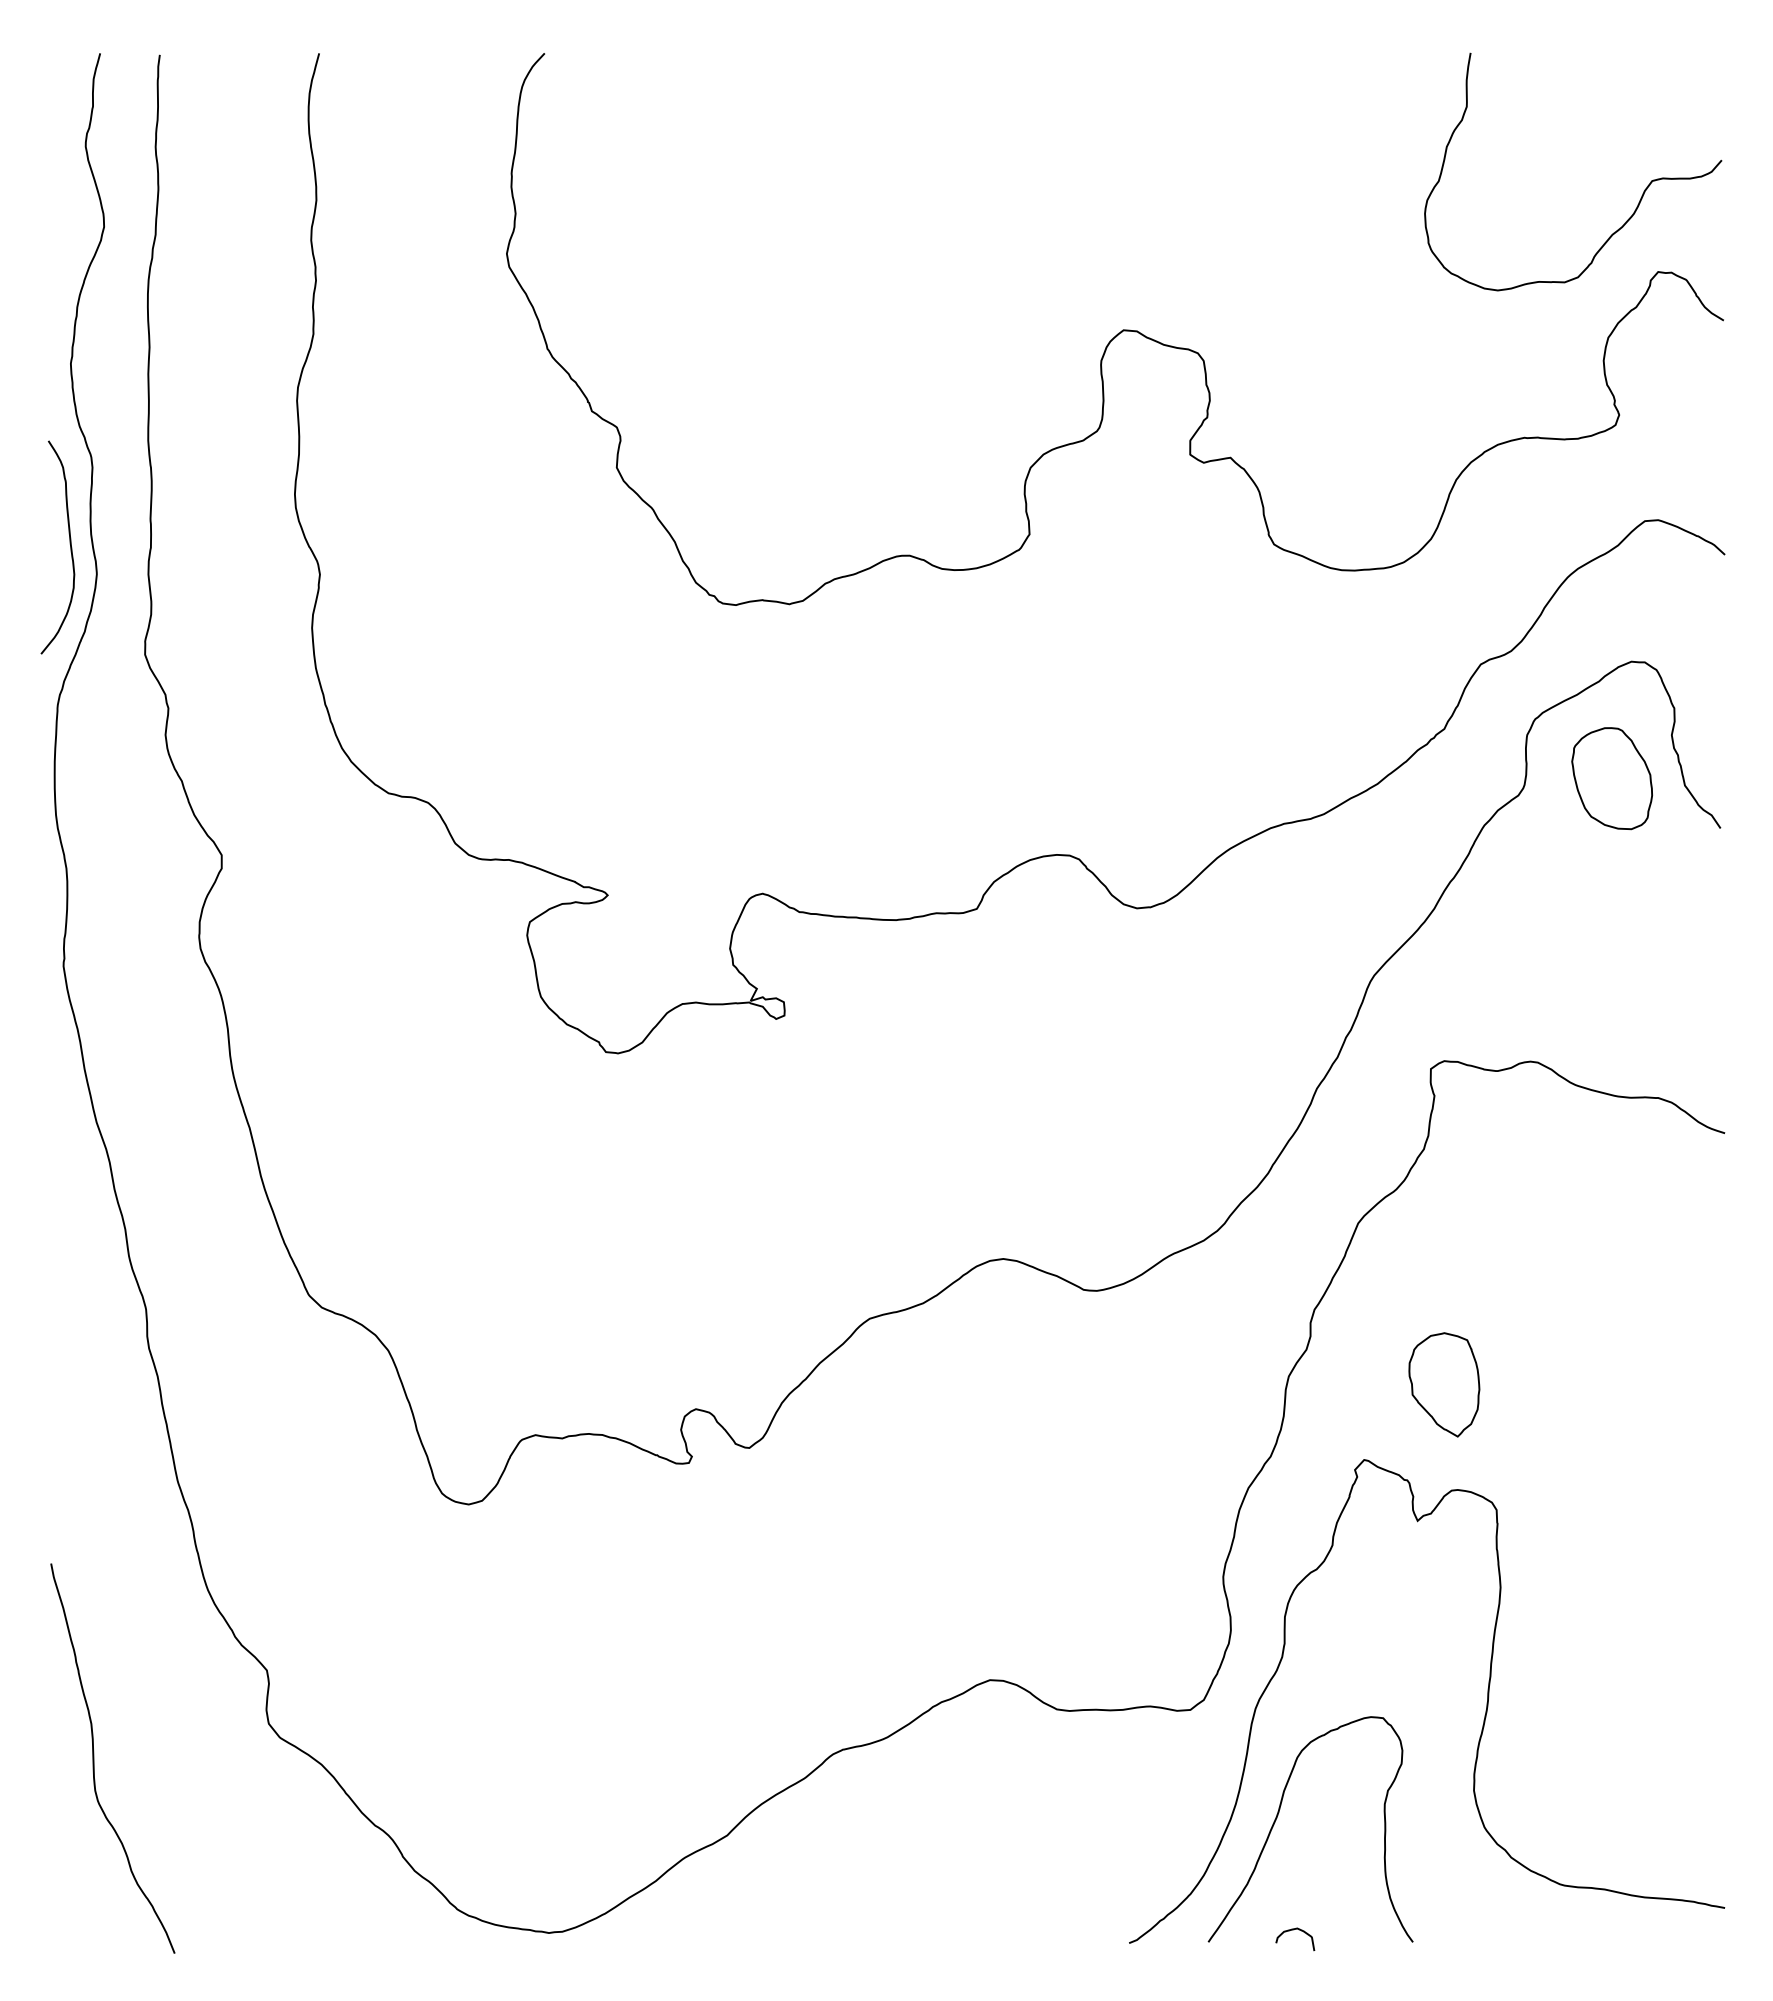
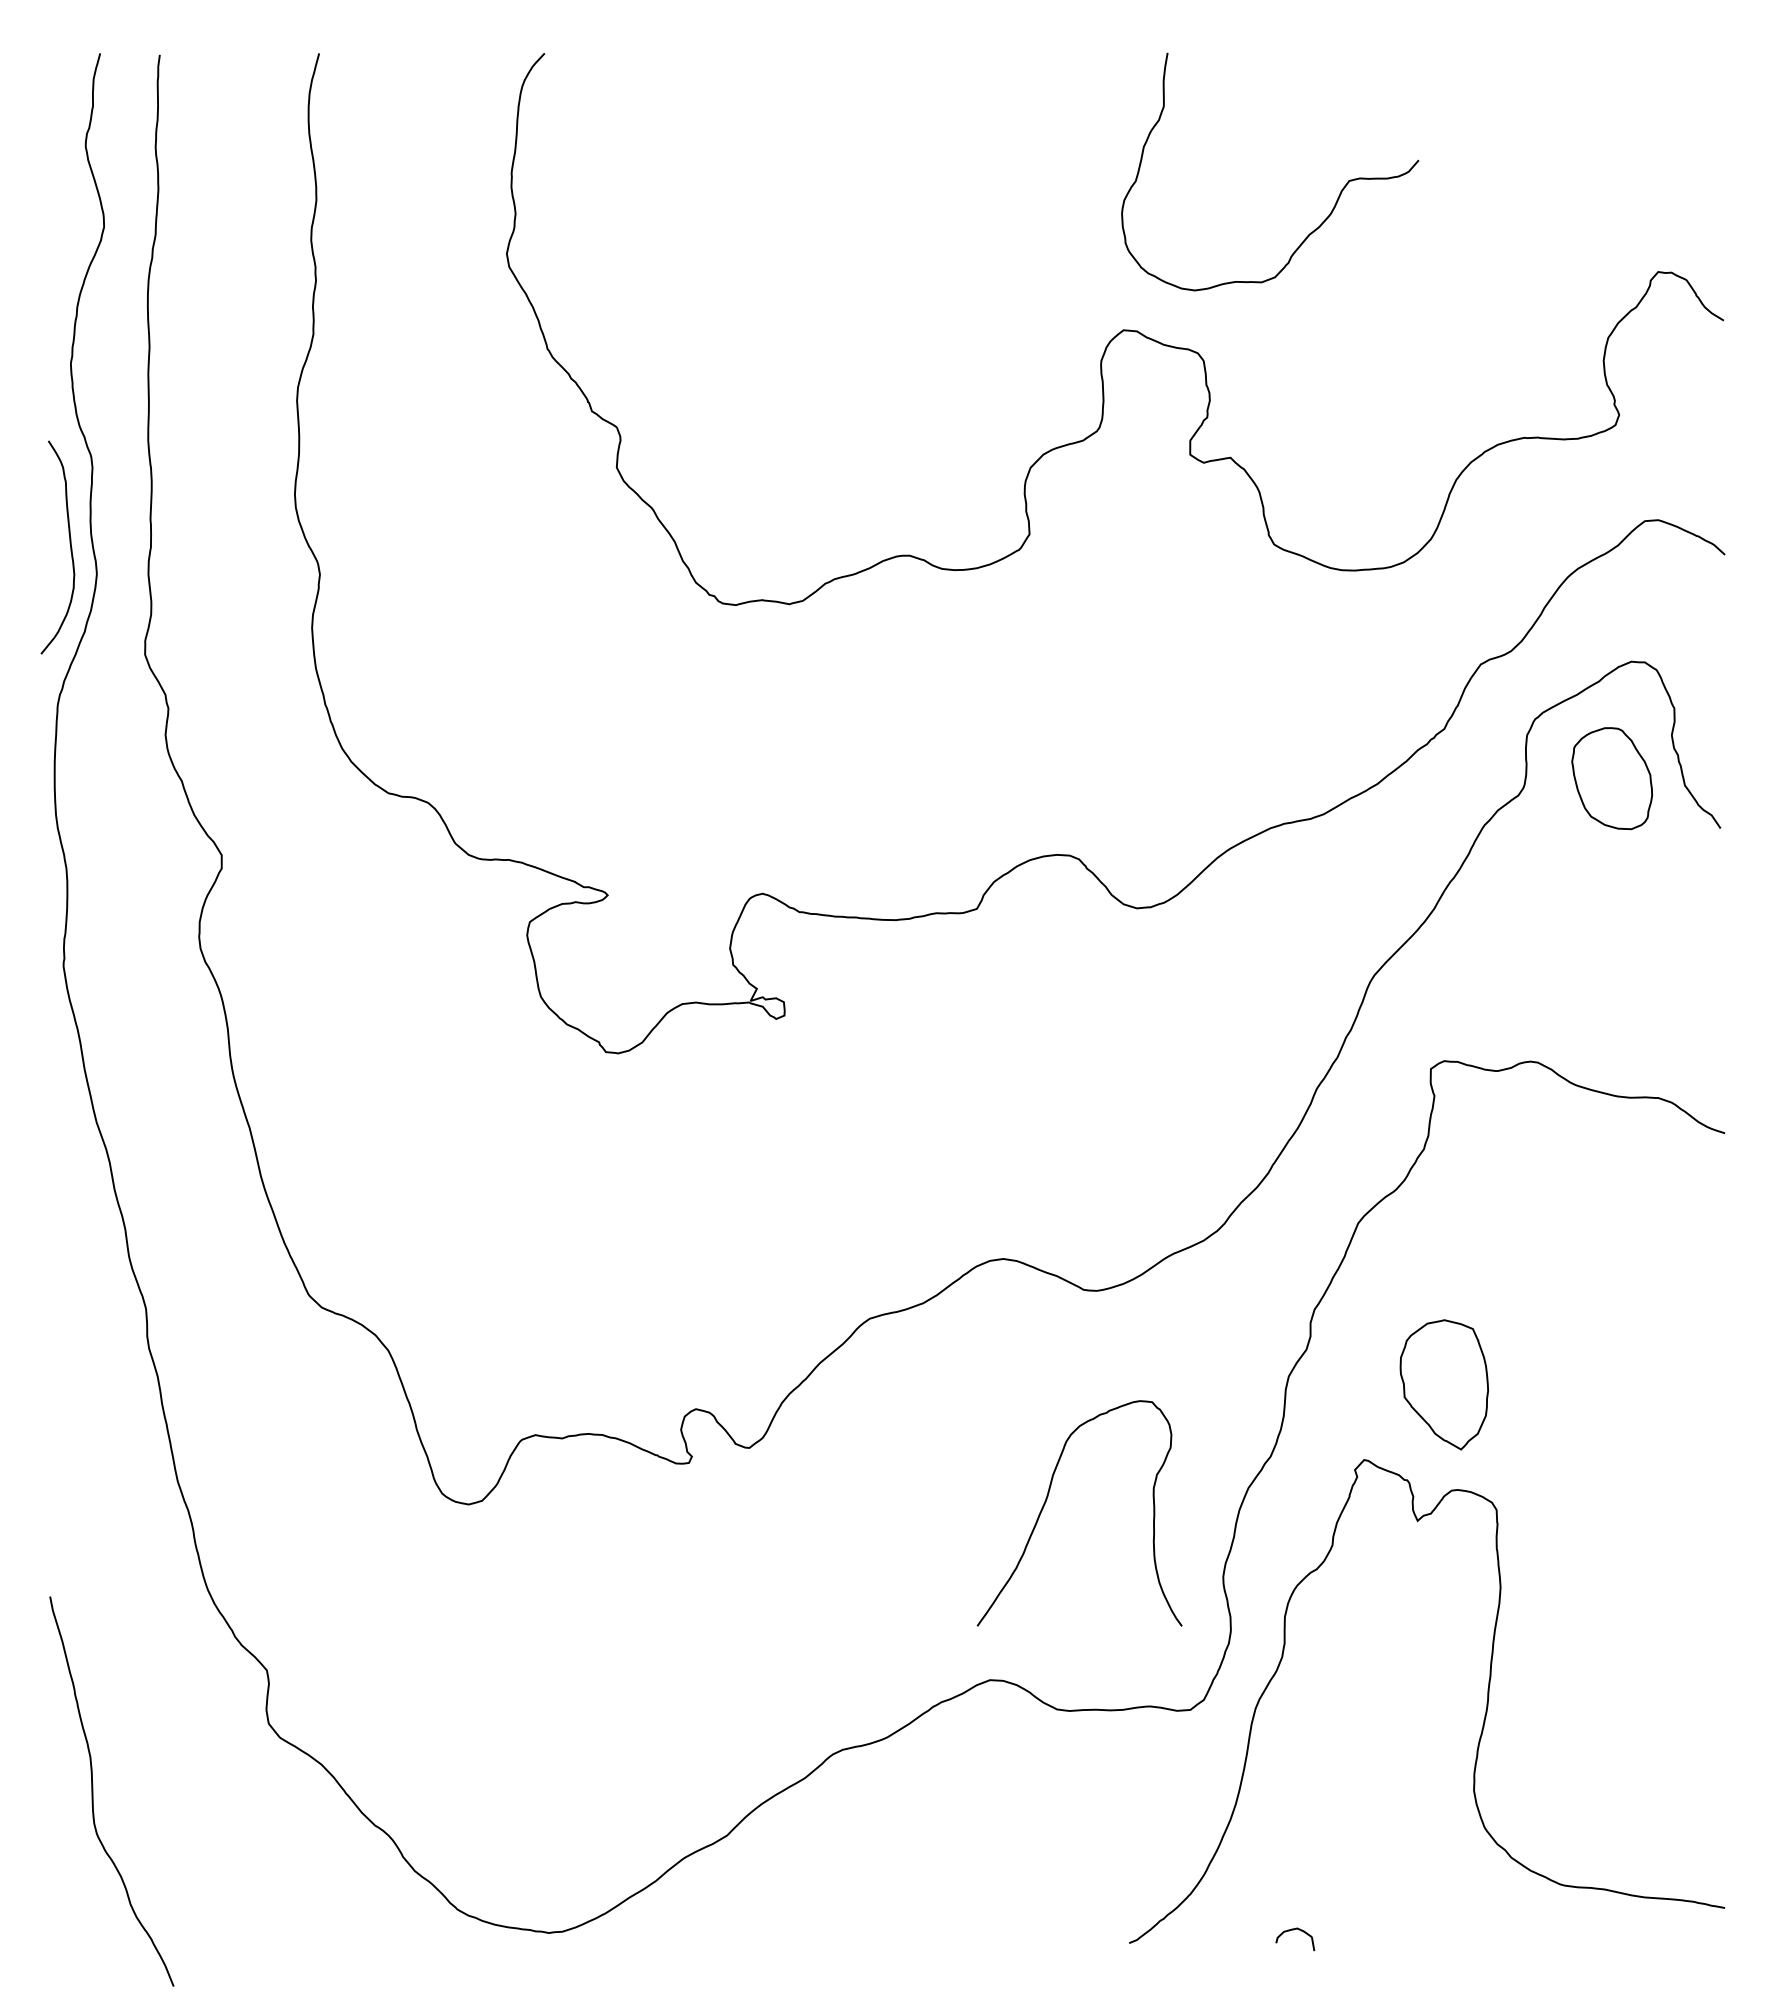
curve at (1637, 204) position: (1637, 204) -> (1334, 204)
part at (1444, 1384) size: 73x106 px -> 90x132 px
curve at (94, 1758) position: (94, 1758) -> (93, 1791)
curve at (1277, 1818) position: (1277, 1818) -> (1046, 1502)
